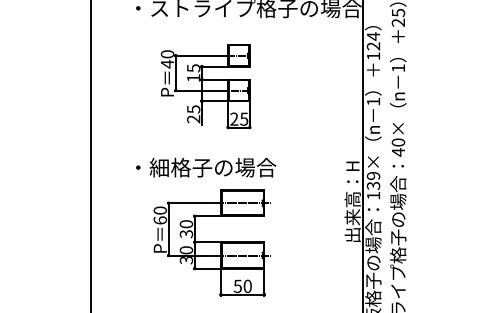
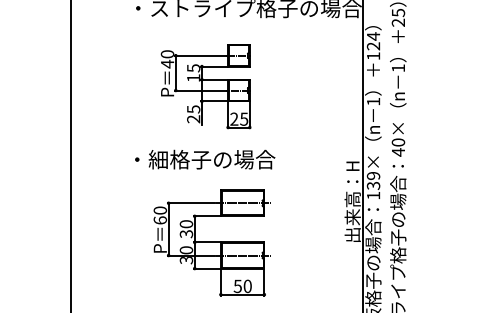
line at (91, 155) position: (91, 155) -> (71, 155)
text at (206, 167) position: (206, 167) -> (205, 159)
